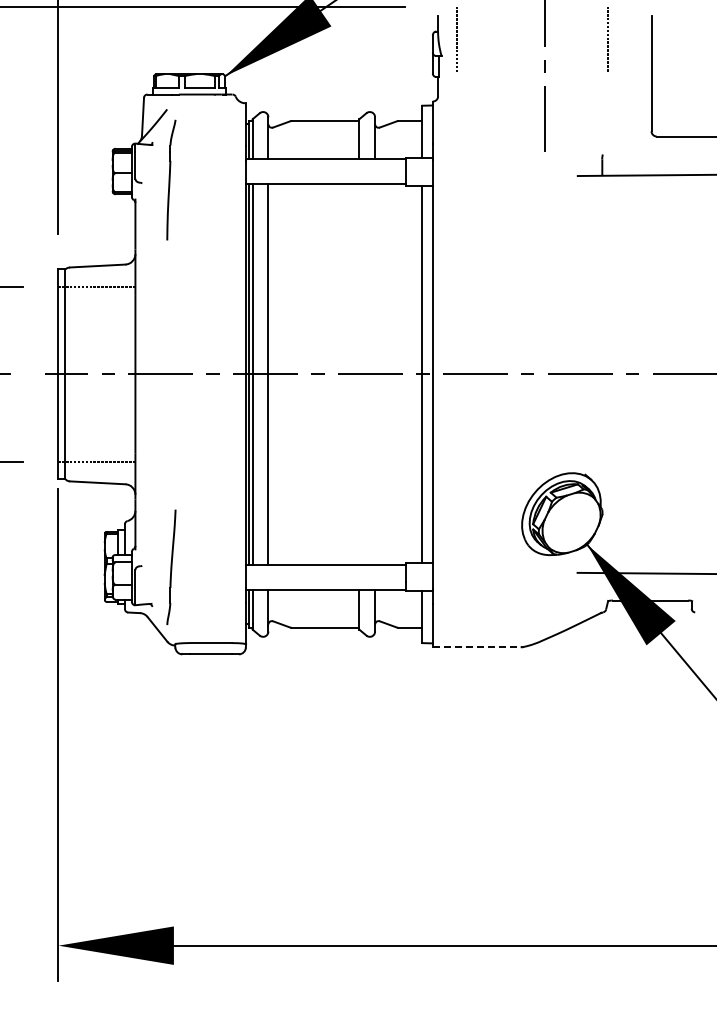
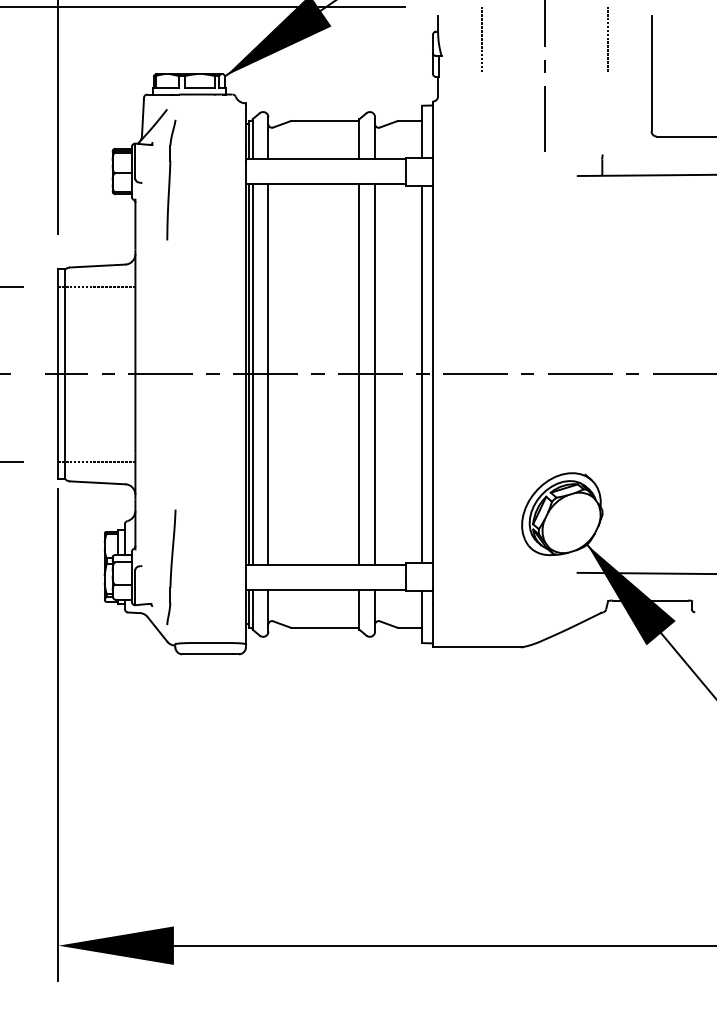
line at (456, 39) position: (456, 39) -> (481, 39)
line at (359, 374): none -> present
line at (375, 374): none -> present
line at (477, 647): dashed -> solid
